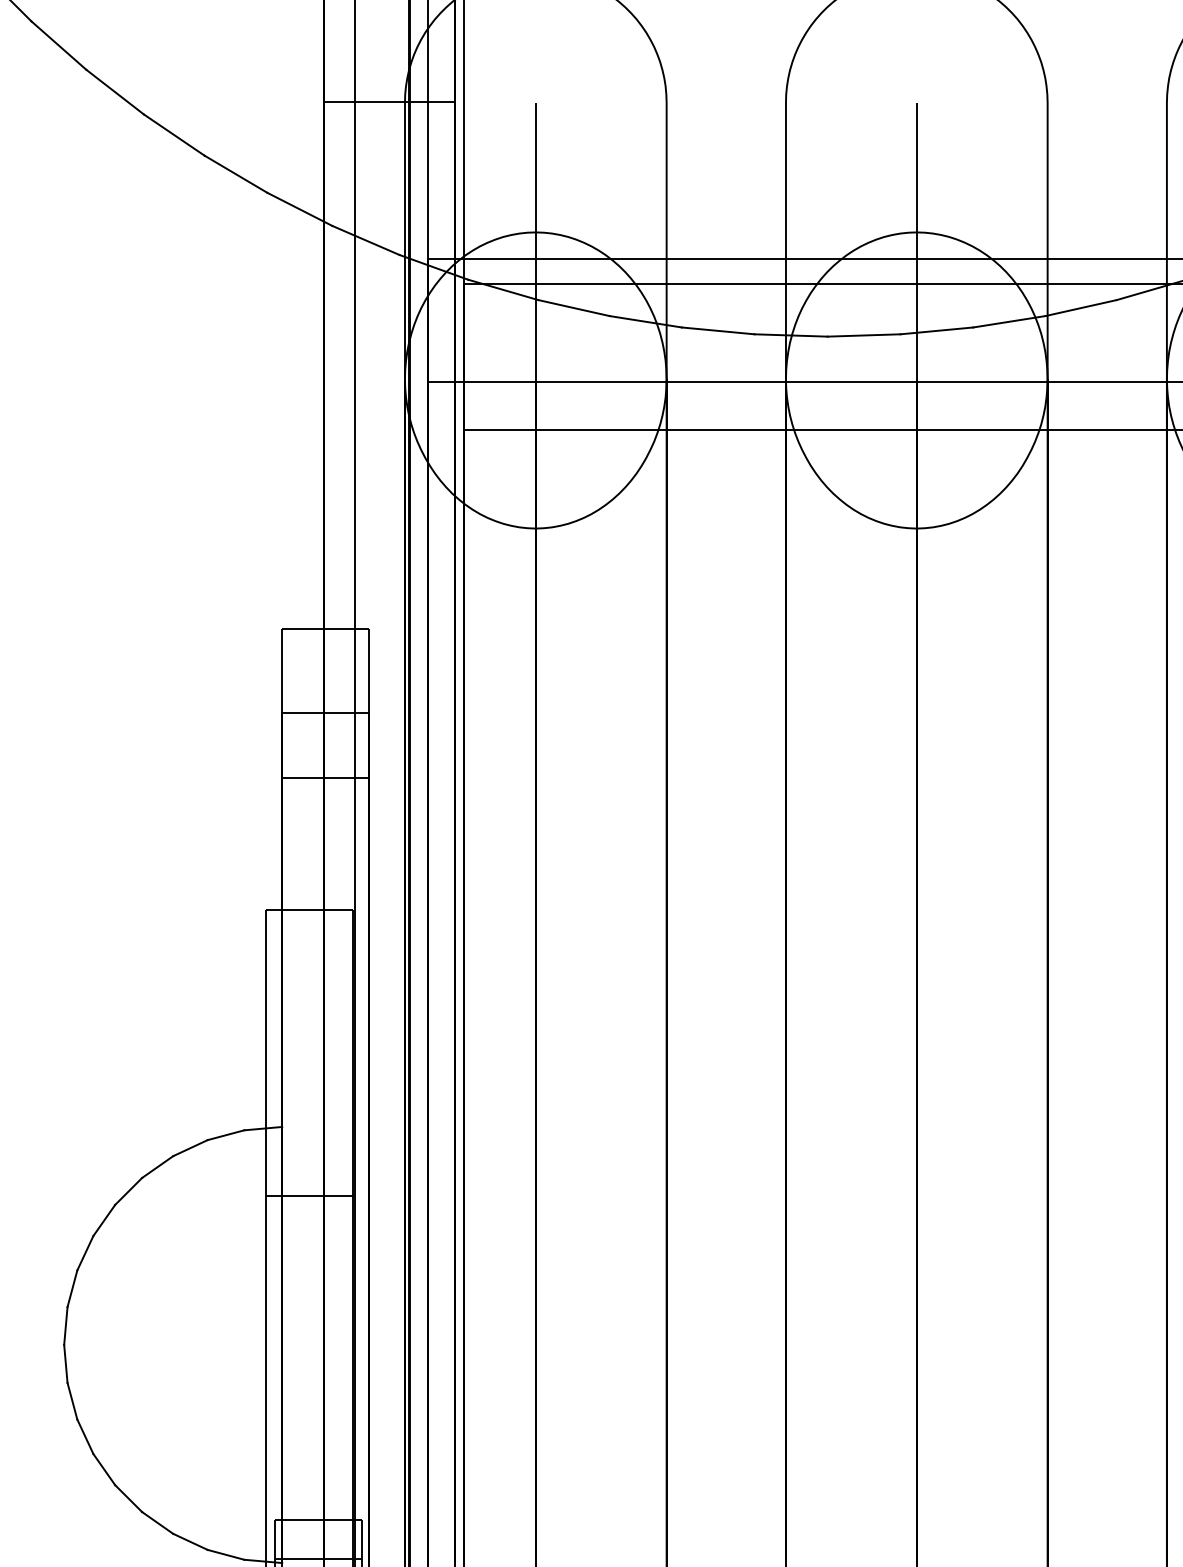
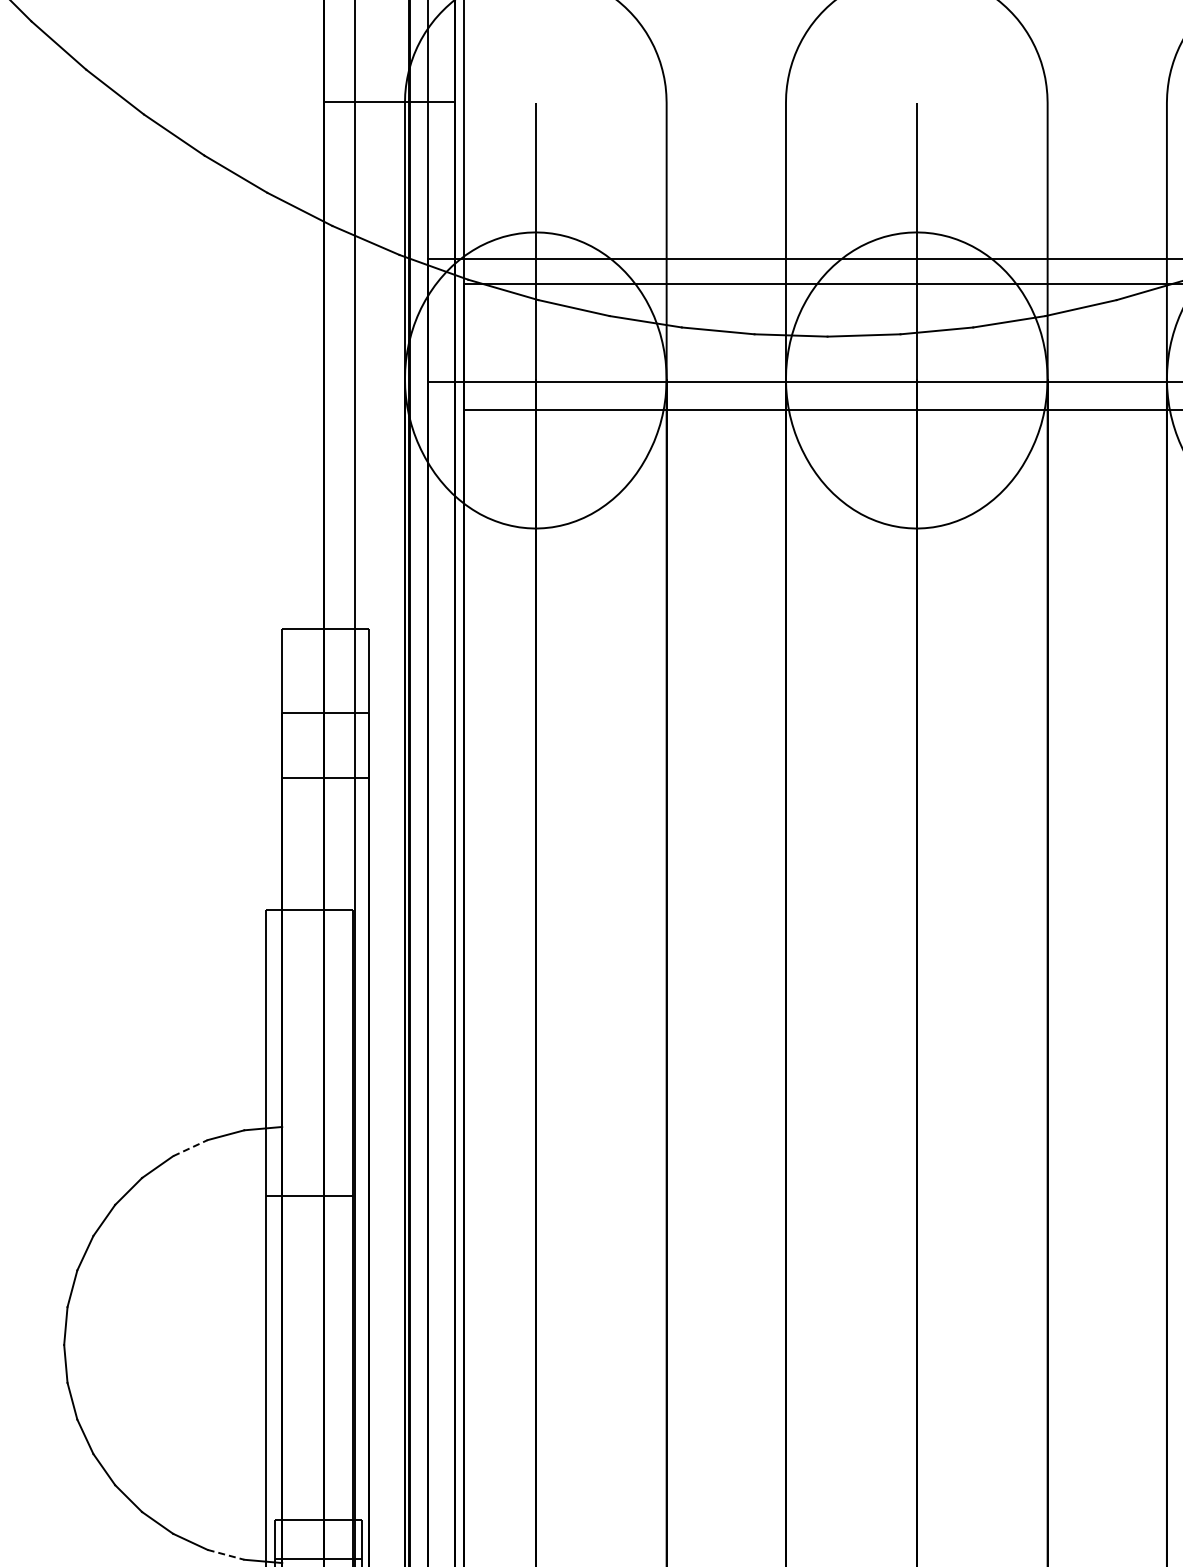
line at (821, 429) position: (821, 429) -> (821, 409)
line at (190, 1147): solid -> dashed
line at (226, 1554): solid -> dashed
